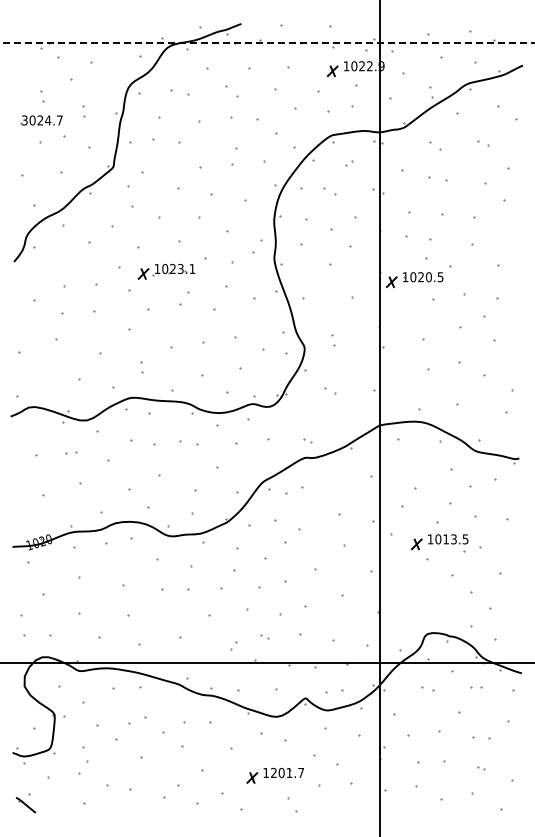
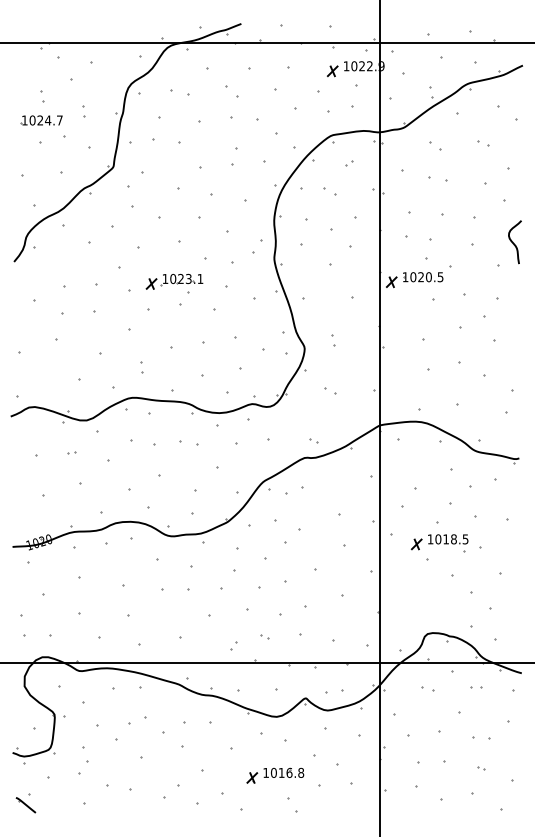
line at (267, 43): dashed -> solid
text at (24, 120): 3024.7 -> 1024.7
curve at (513, 242): none -> present
part at (166, 271) position: (166, 271) -> (174, 281)
part at (307, 440) position: (307, 440) -> (313, 440)
part at (71, 452) size: 13x4 px -> 10x4 px
text at (453, 539): 1013.5 -> 1018.5
text at (287, 772): 1201.7 -> 1016.8
